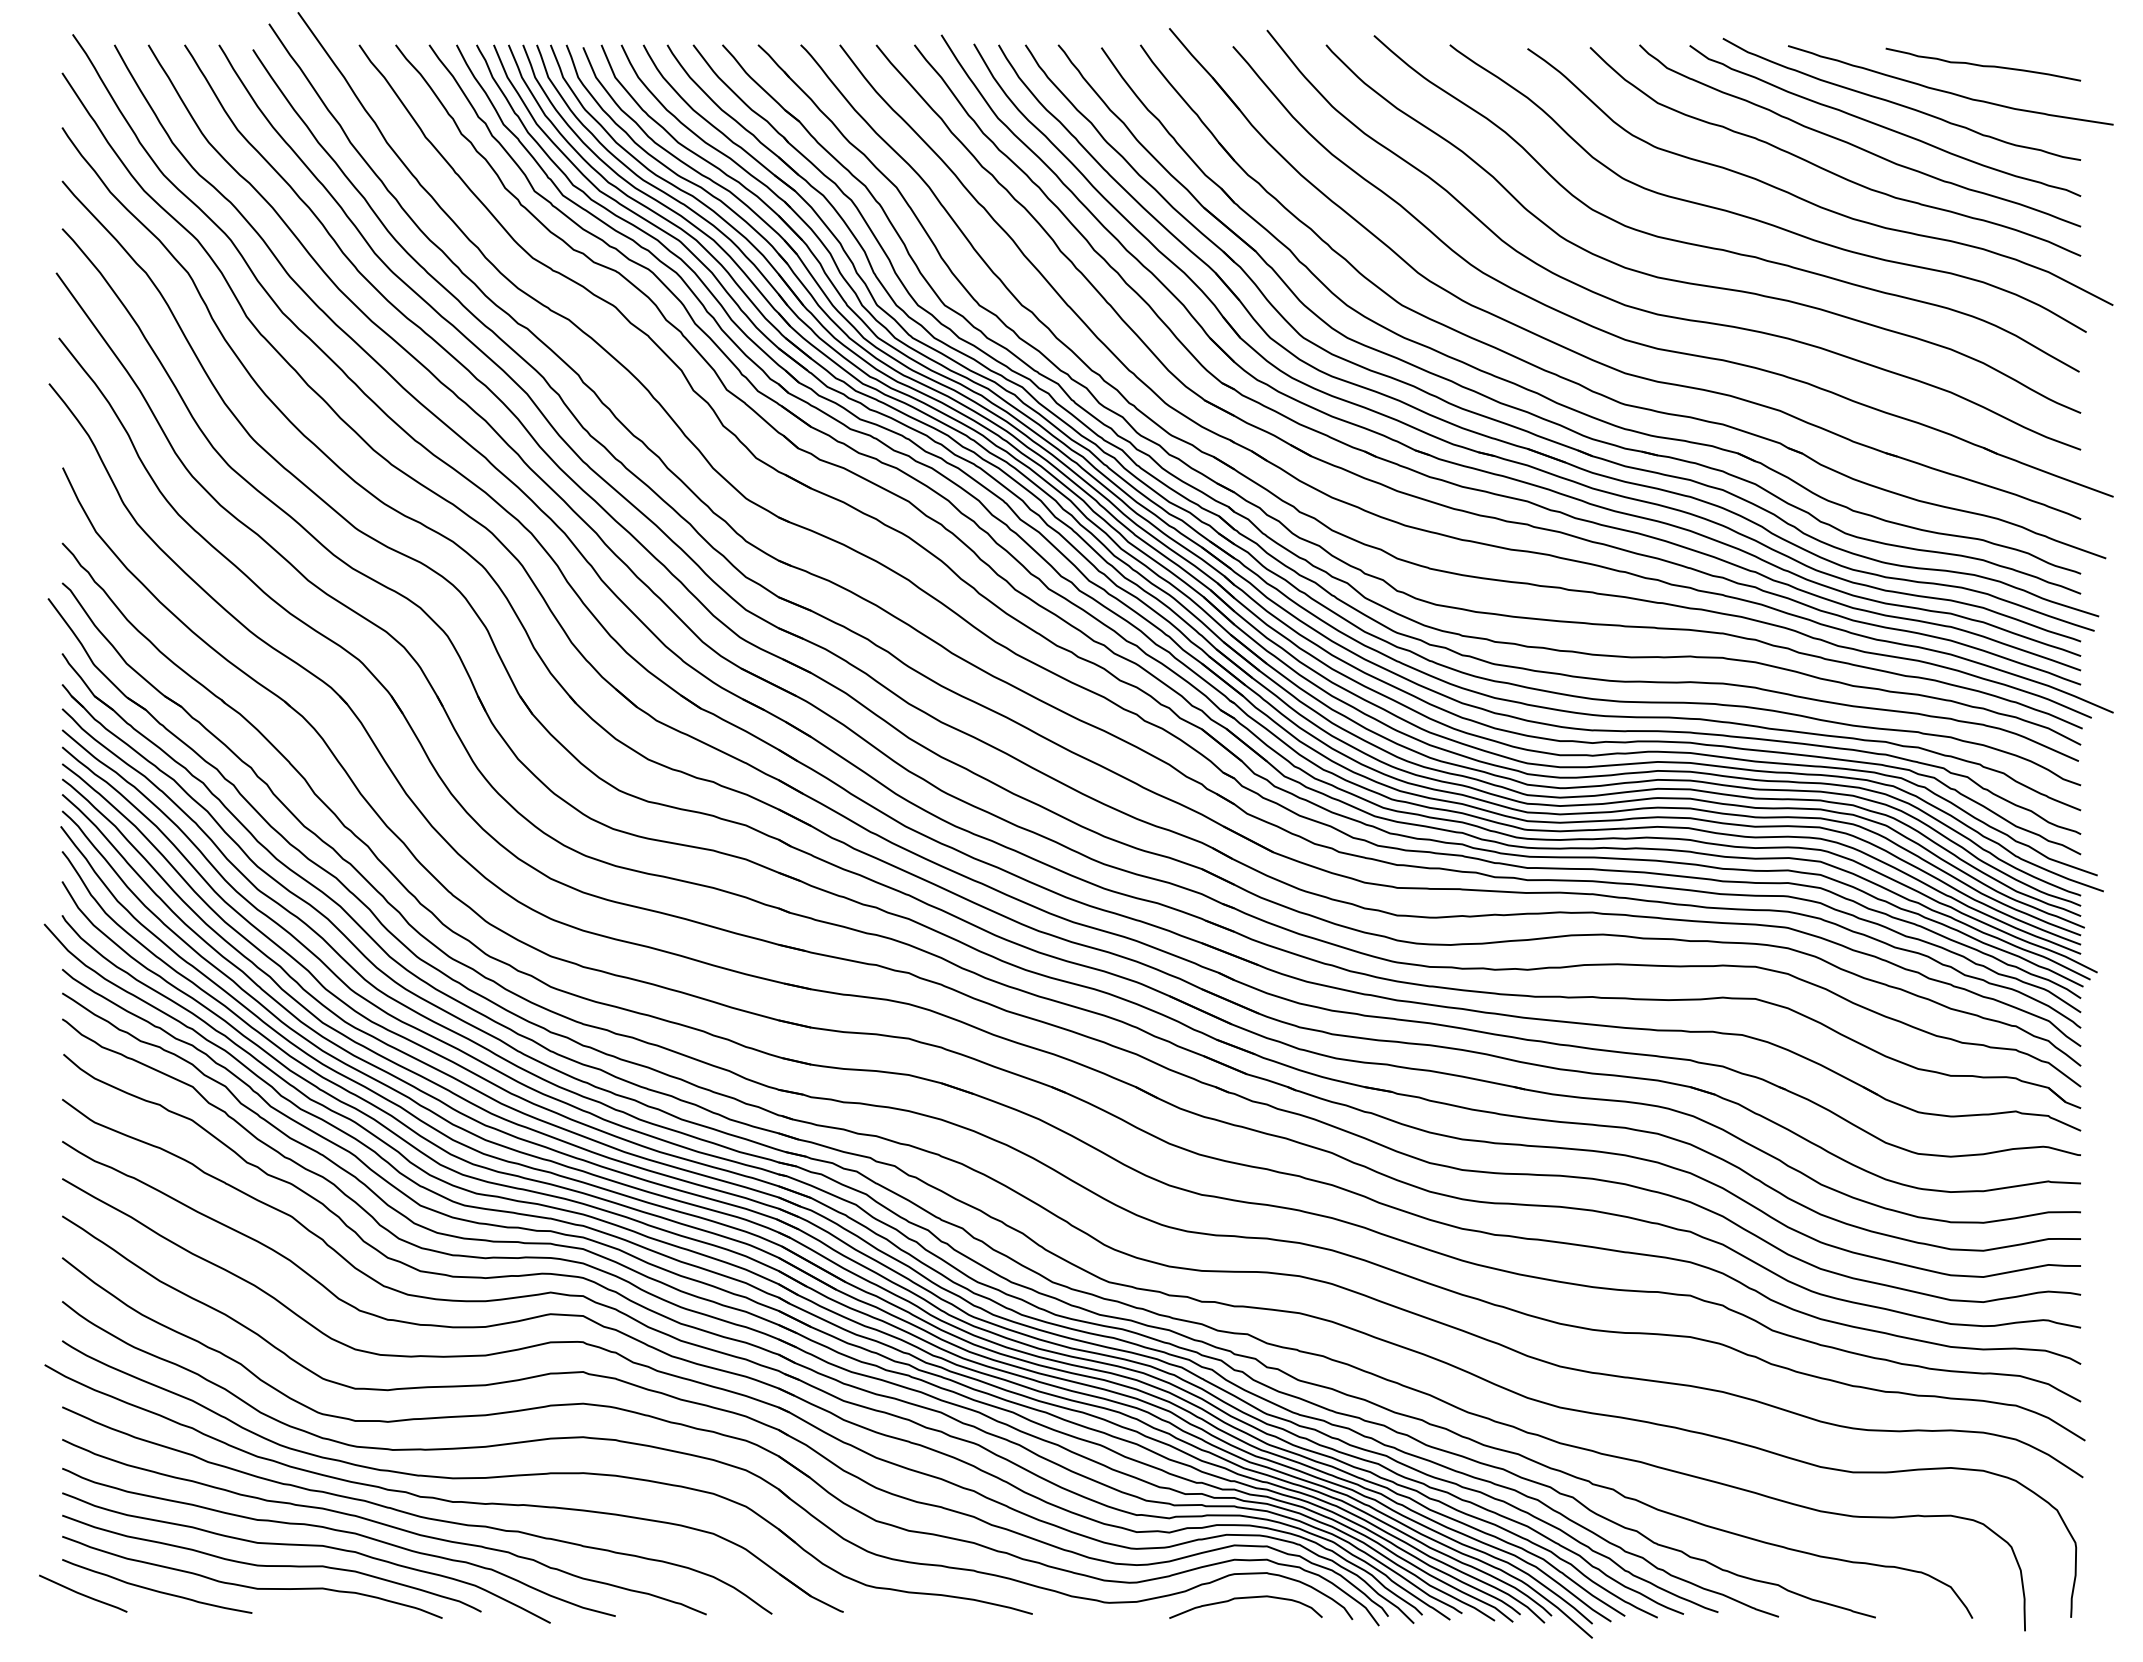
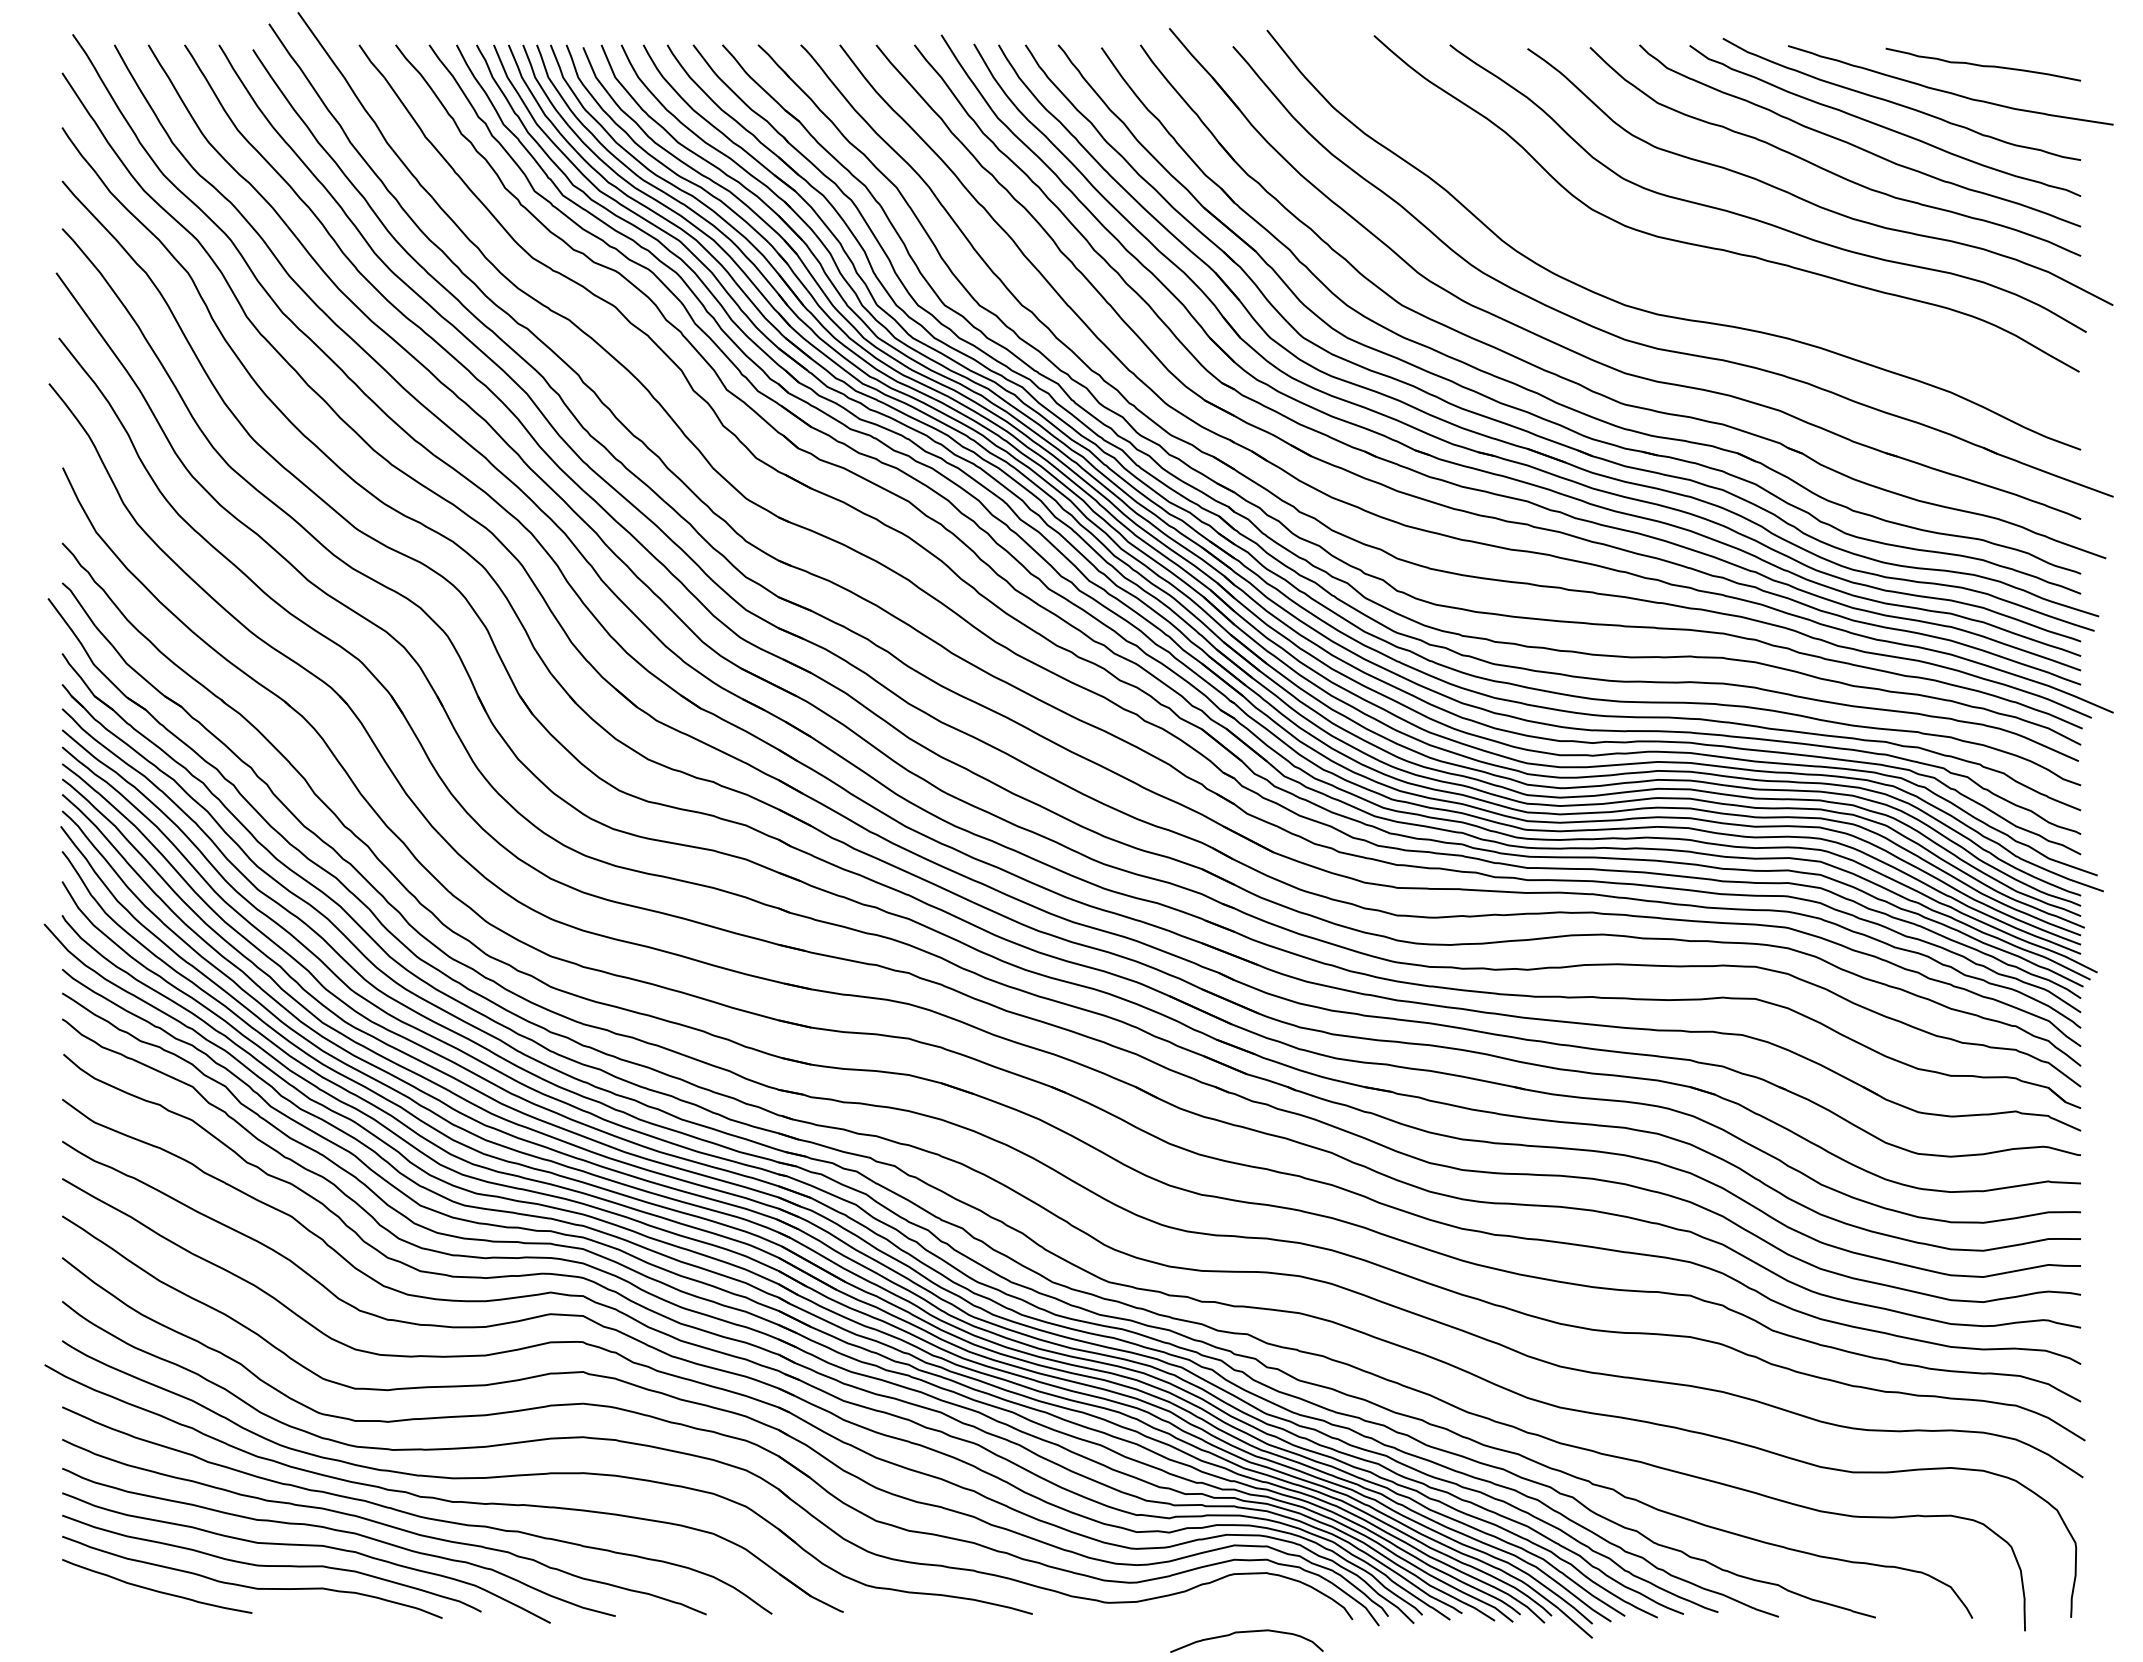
curve at (1698, 283): present -> none
line at (82, 1593): present -> none
curve at (1245, 1598) position: (1245, 1598) -> (1246, 1632)
